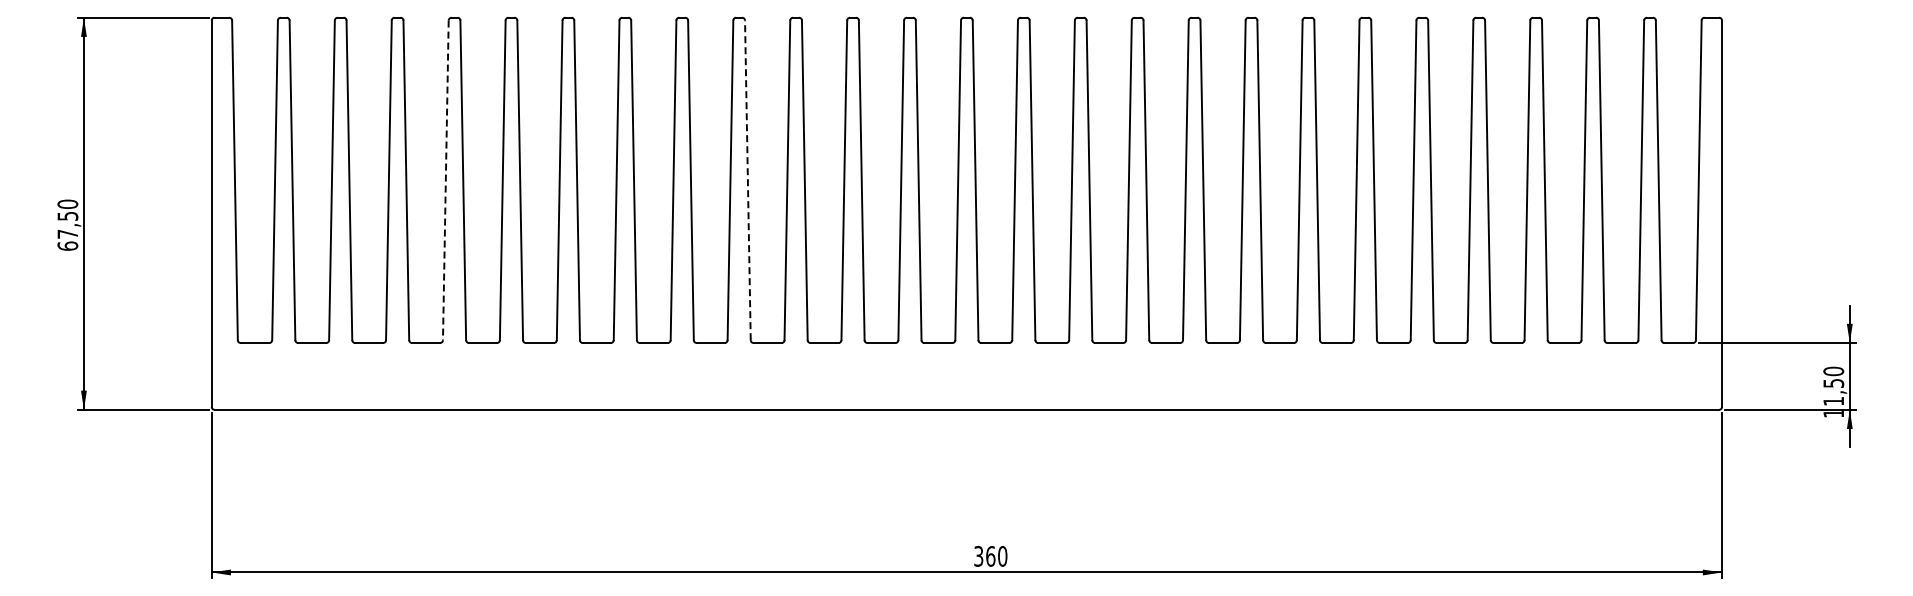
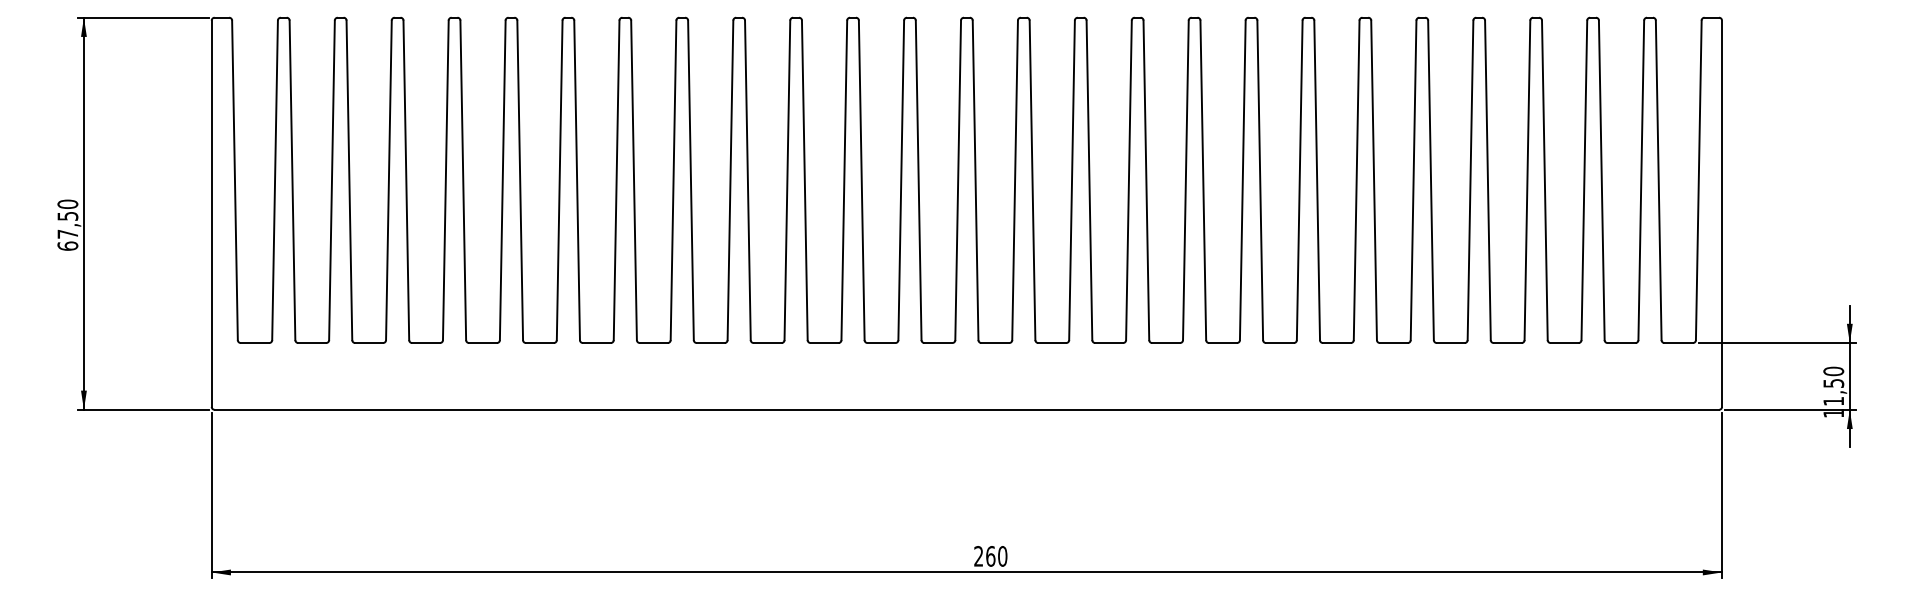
line at (445, 180): dashed -> solid
line at (747, 180): dashed -> solid
text at (978, 556): 360 -> 260
